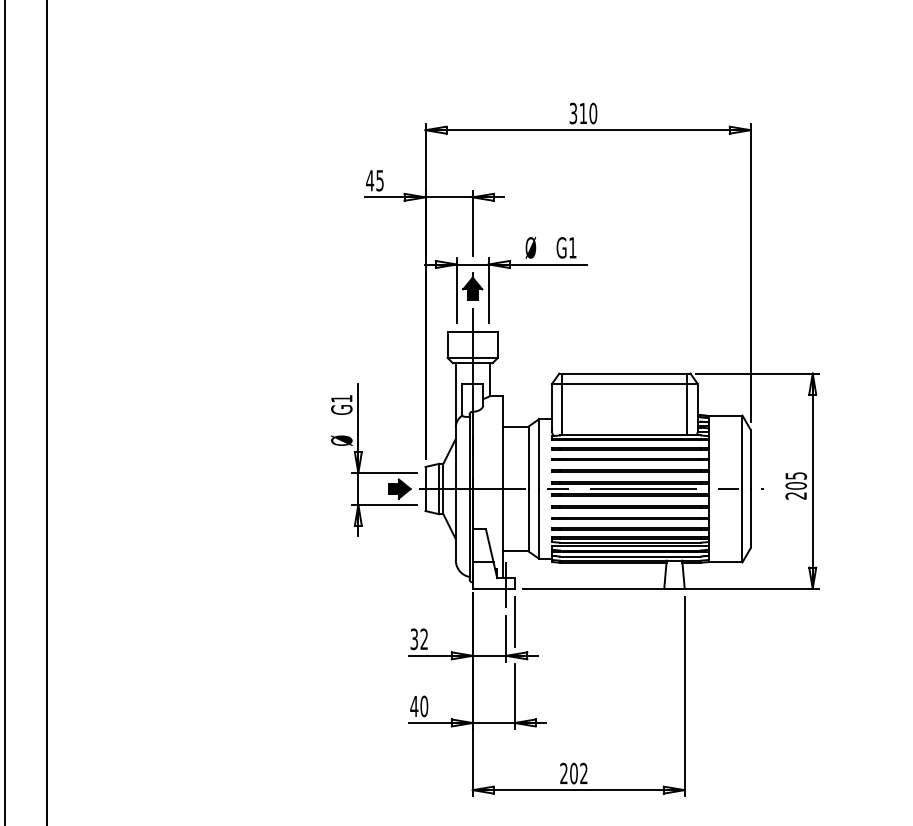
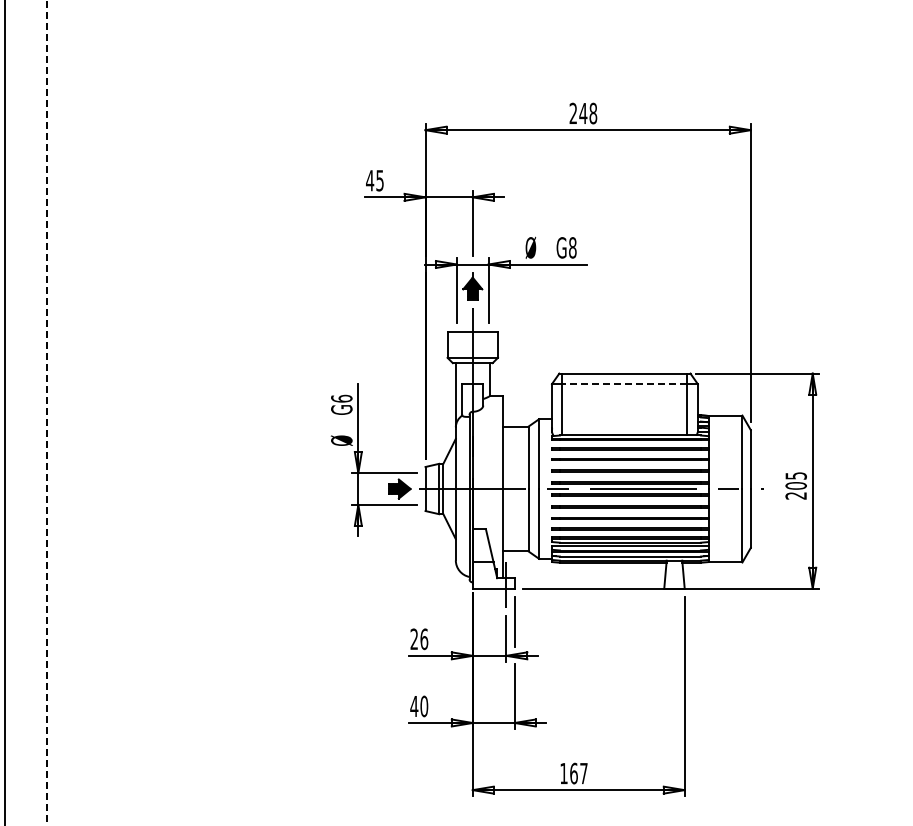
text at (583, 113): 310 -> 248
text at (572, 247): G1 -> G8
line at (624, 384): solid -> dashed
text at (341, 398): G1 -> G6
line at (47, 413): solid -> dashed
text at (419, 639): 32 -> 26
text at (573, 773): 202 -> 167
